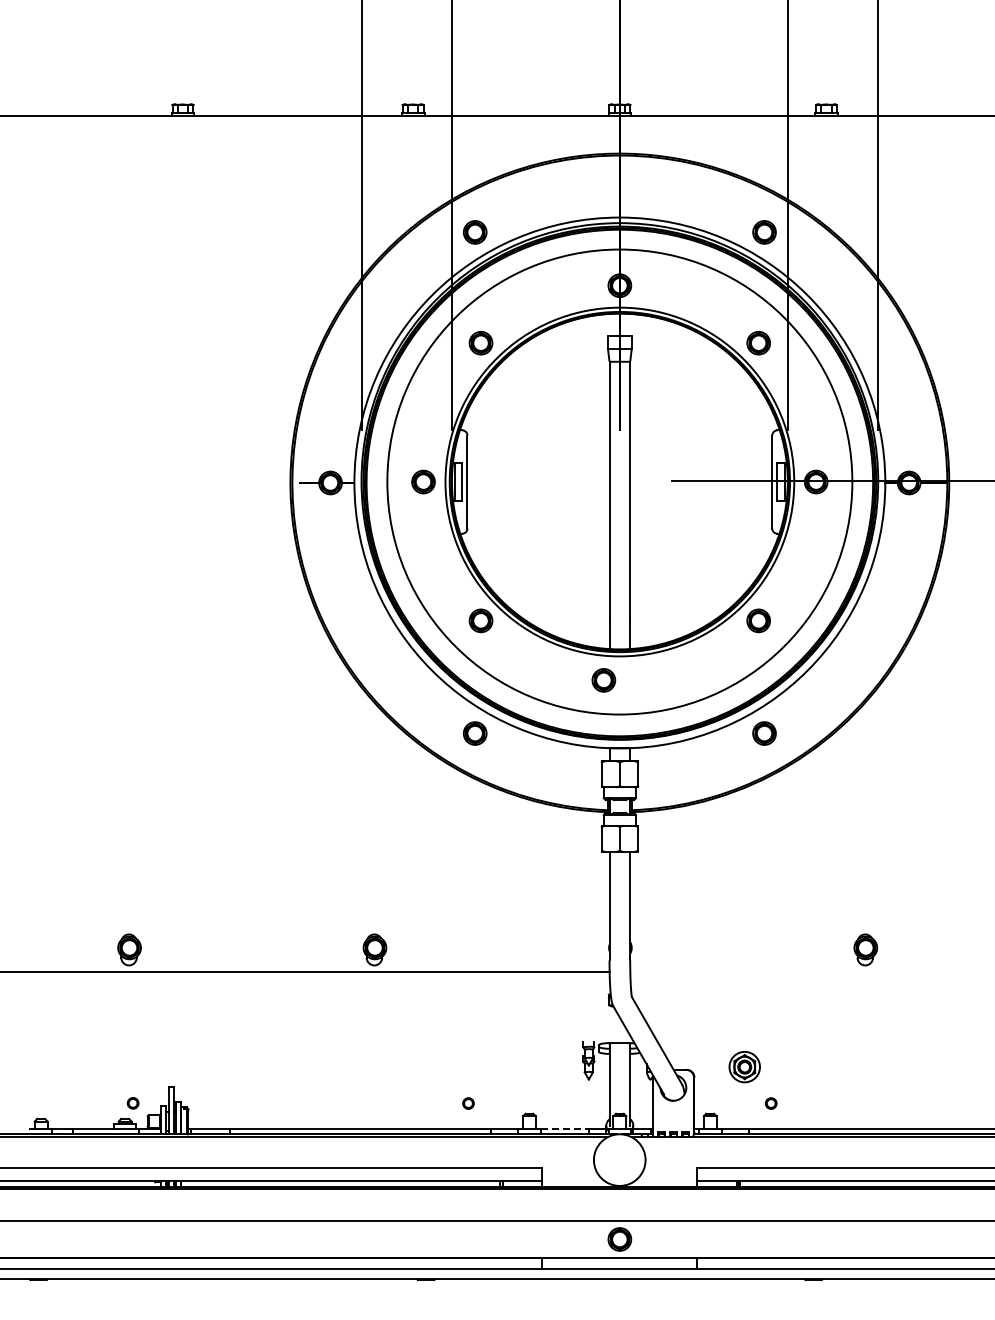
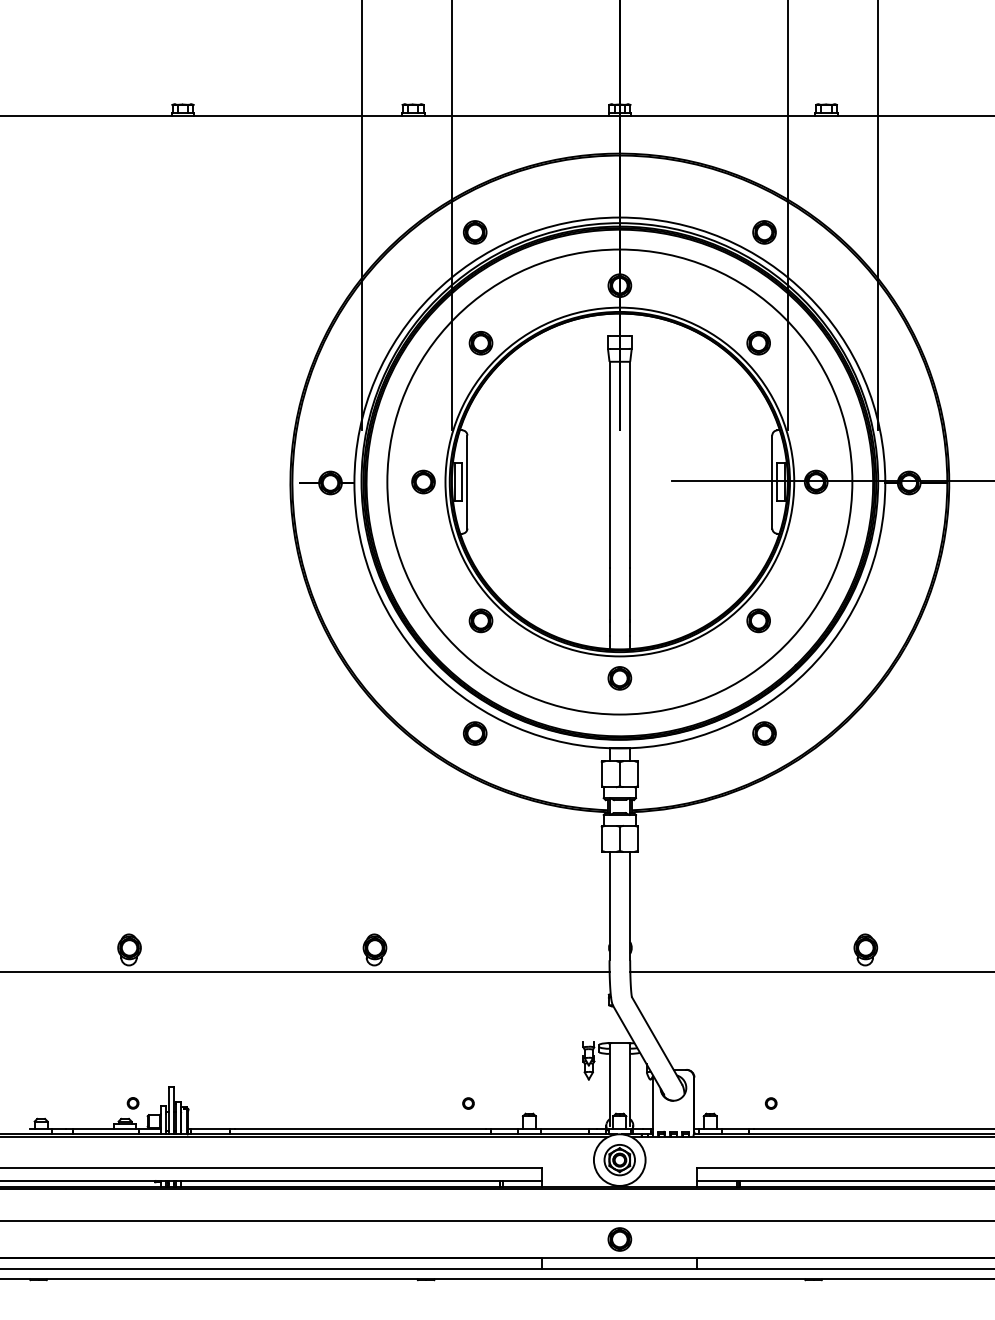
part at (603, 680) position: (603, 680) -> (619, 678)
line at (810, 971): none -> present
part at (744, 1067) position: (744, 1067) -> (619, 1160)
line at (565, 1129): dashed -> solid
